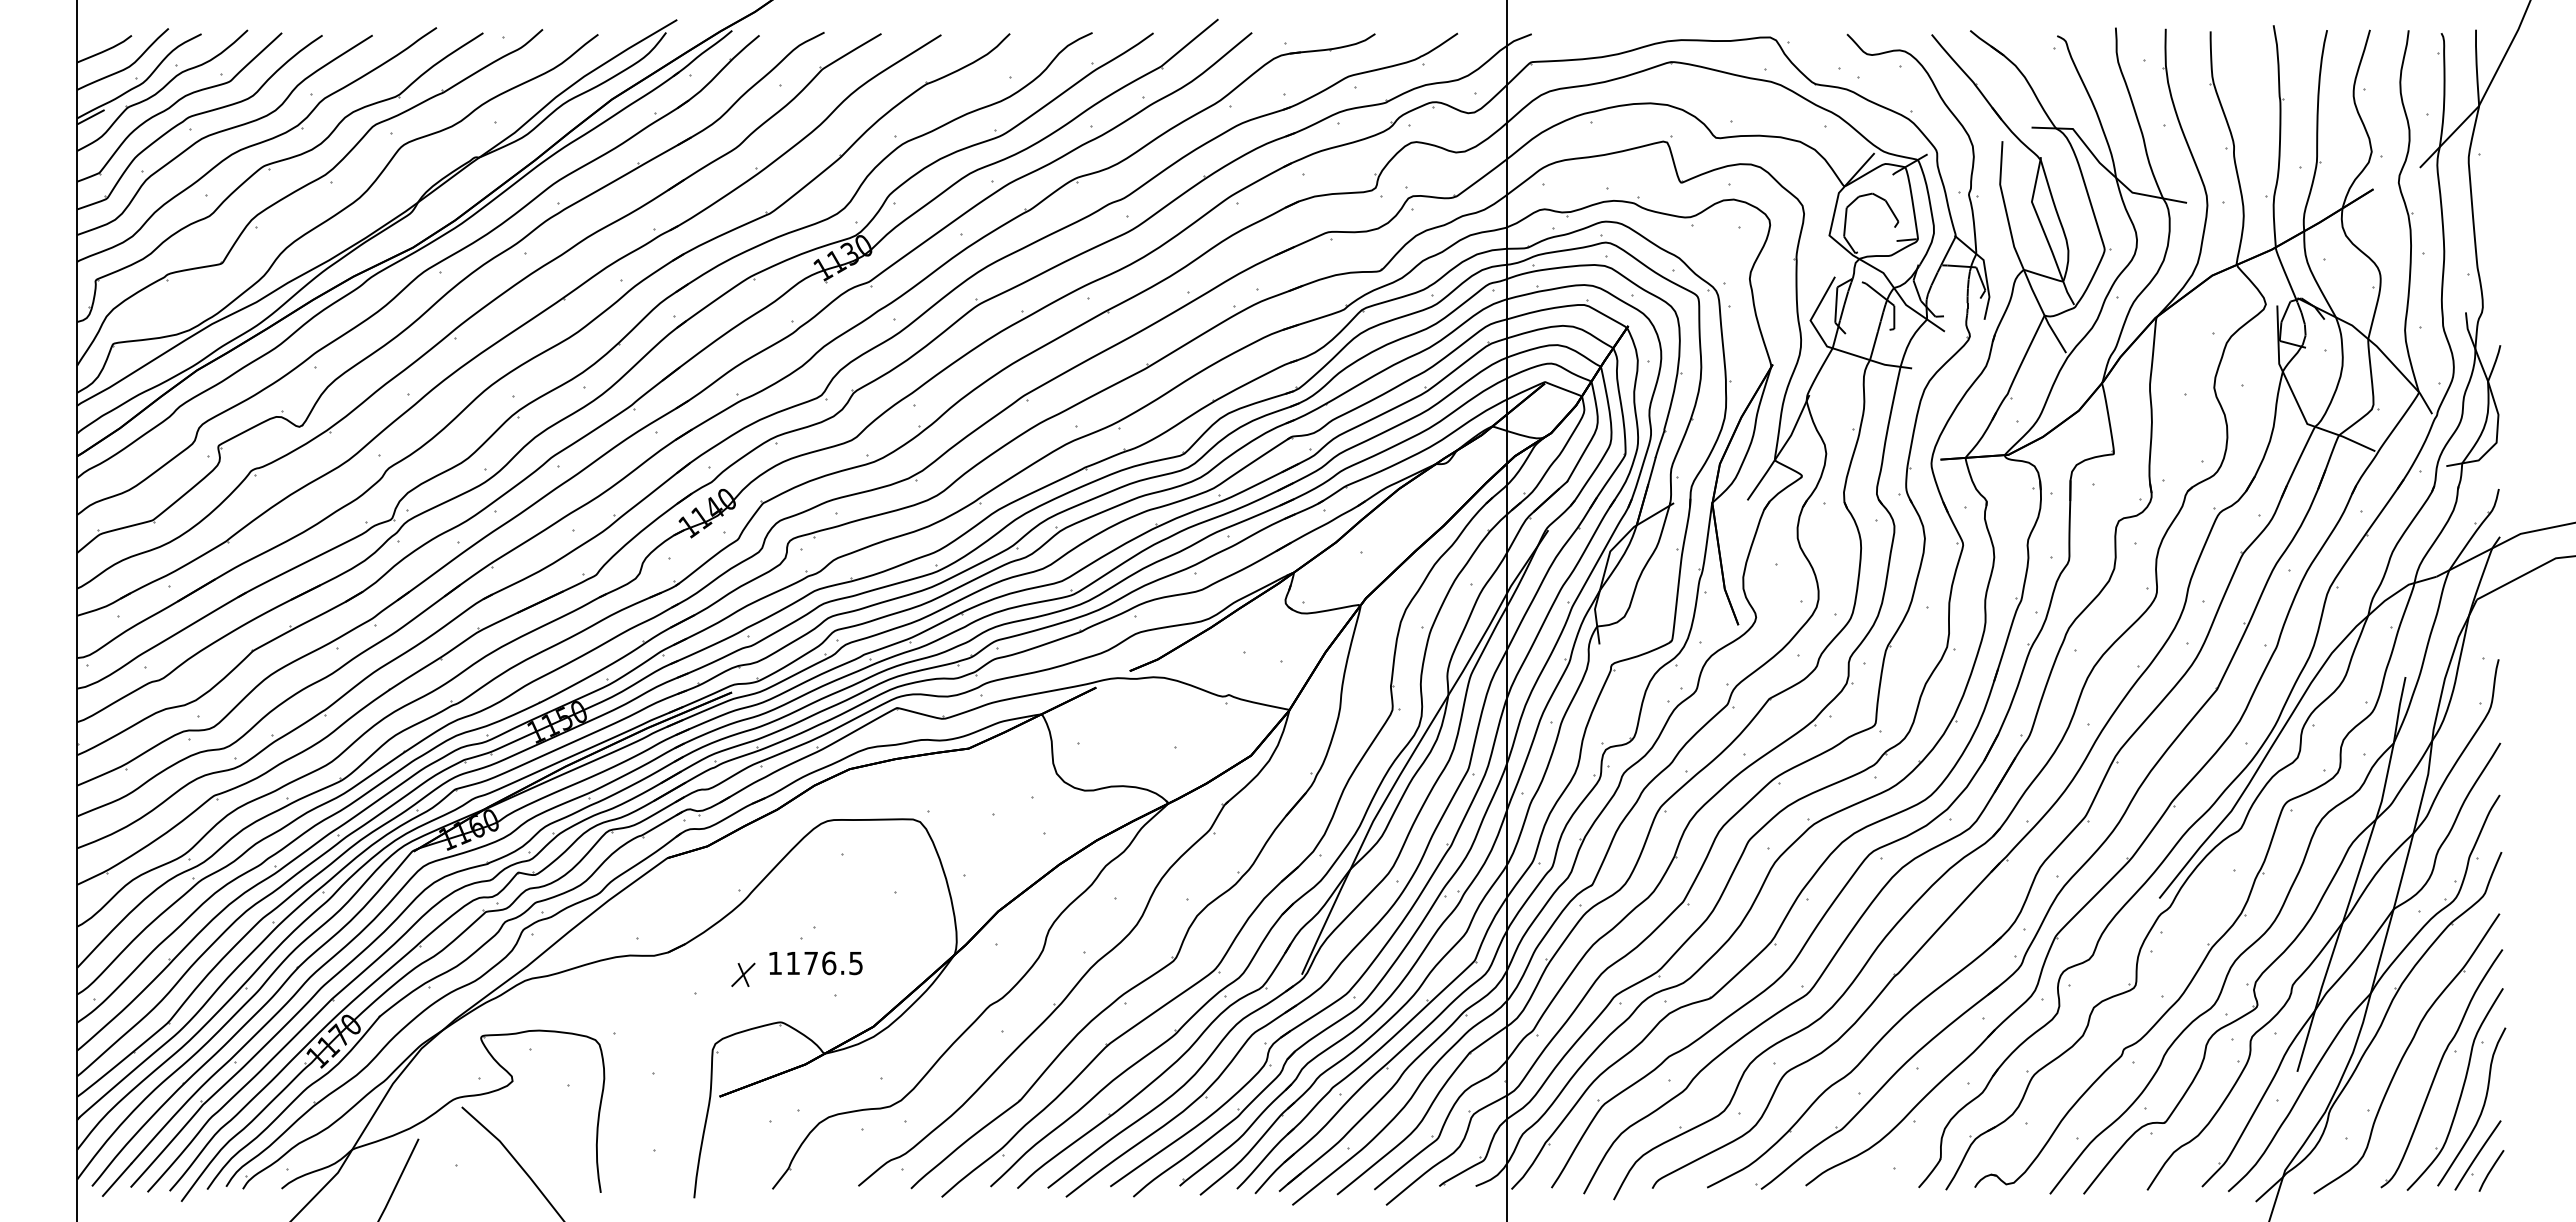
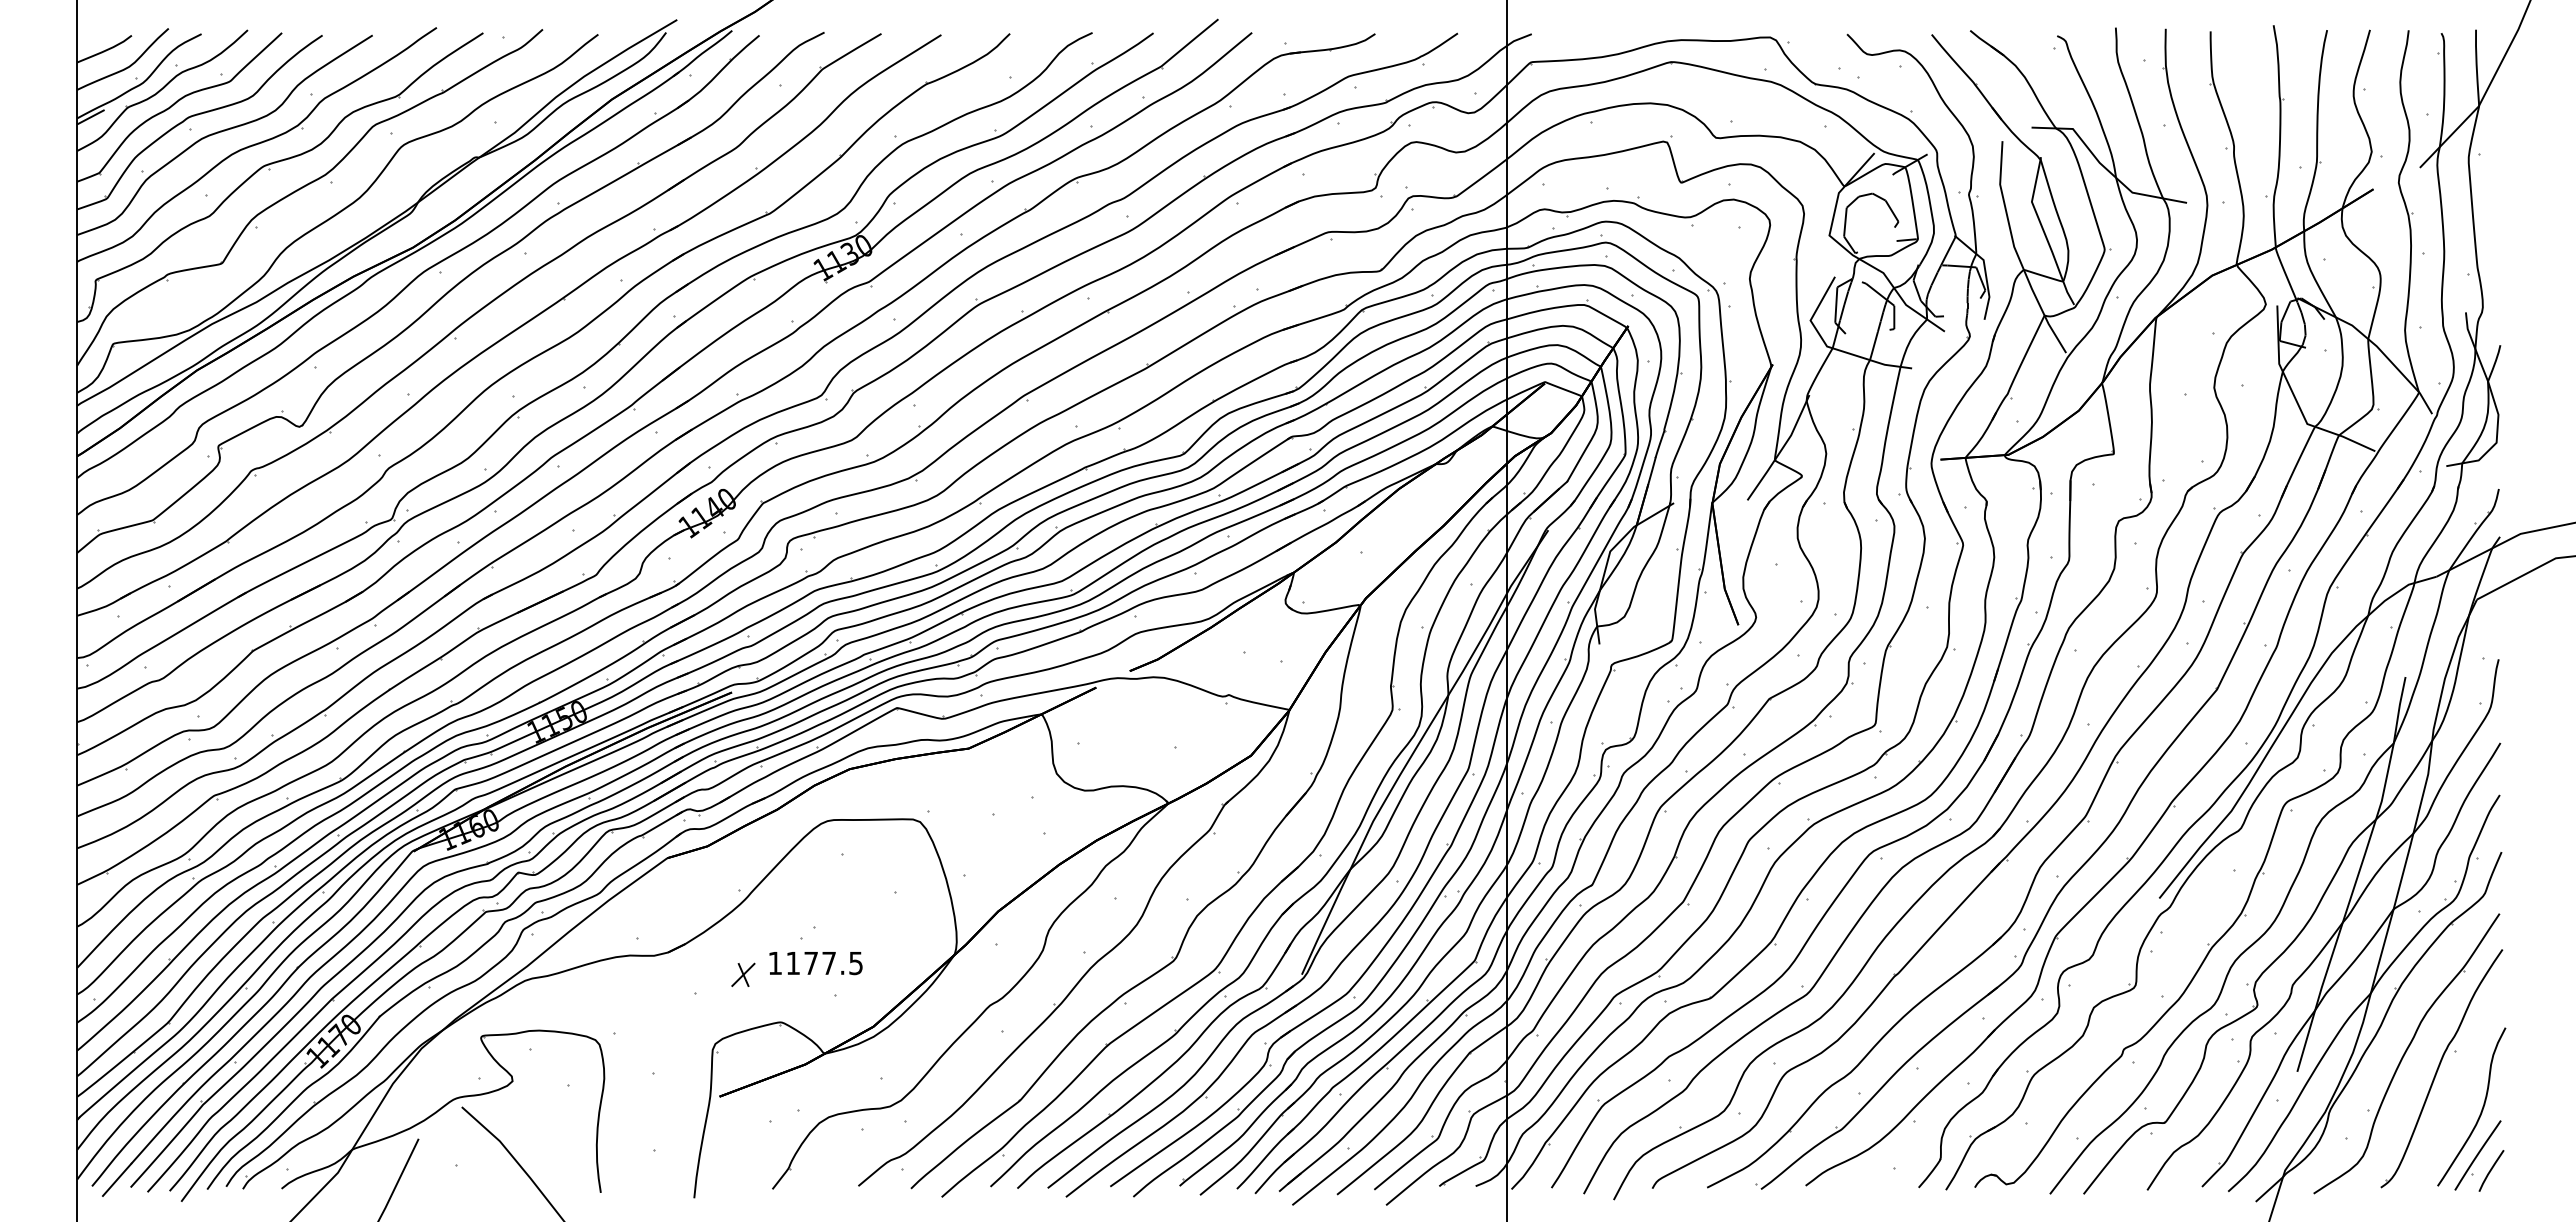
text at (829, 963): 1176.5 -> 1177.5
part at (2460, 1092): present -> none
